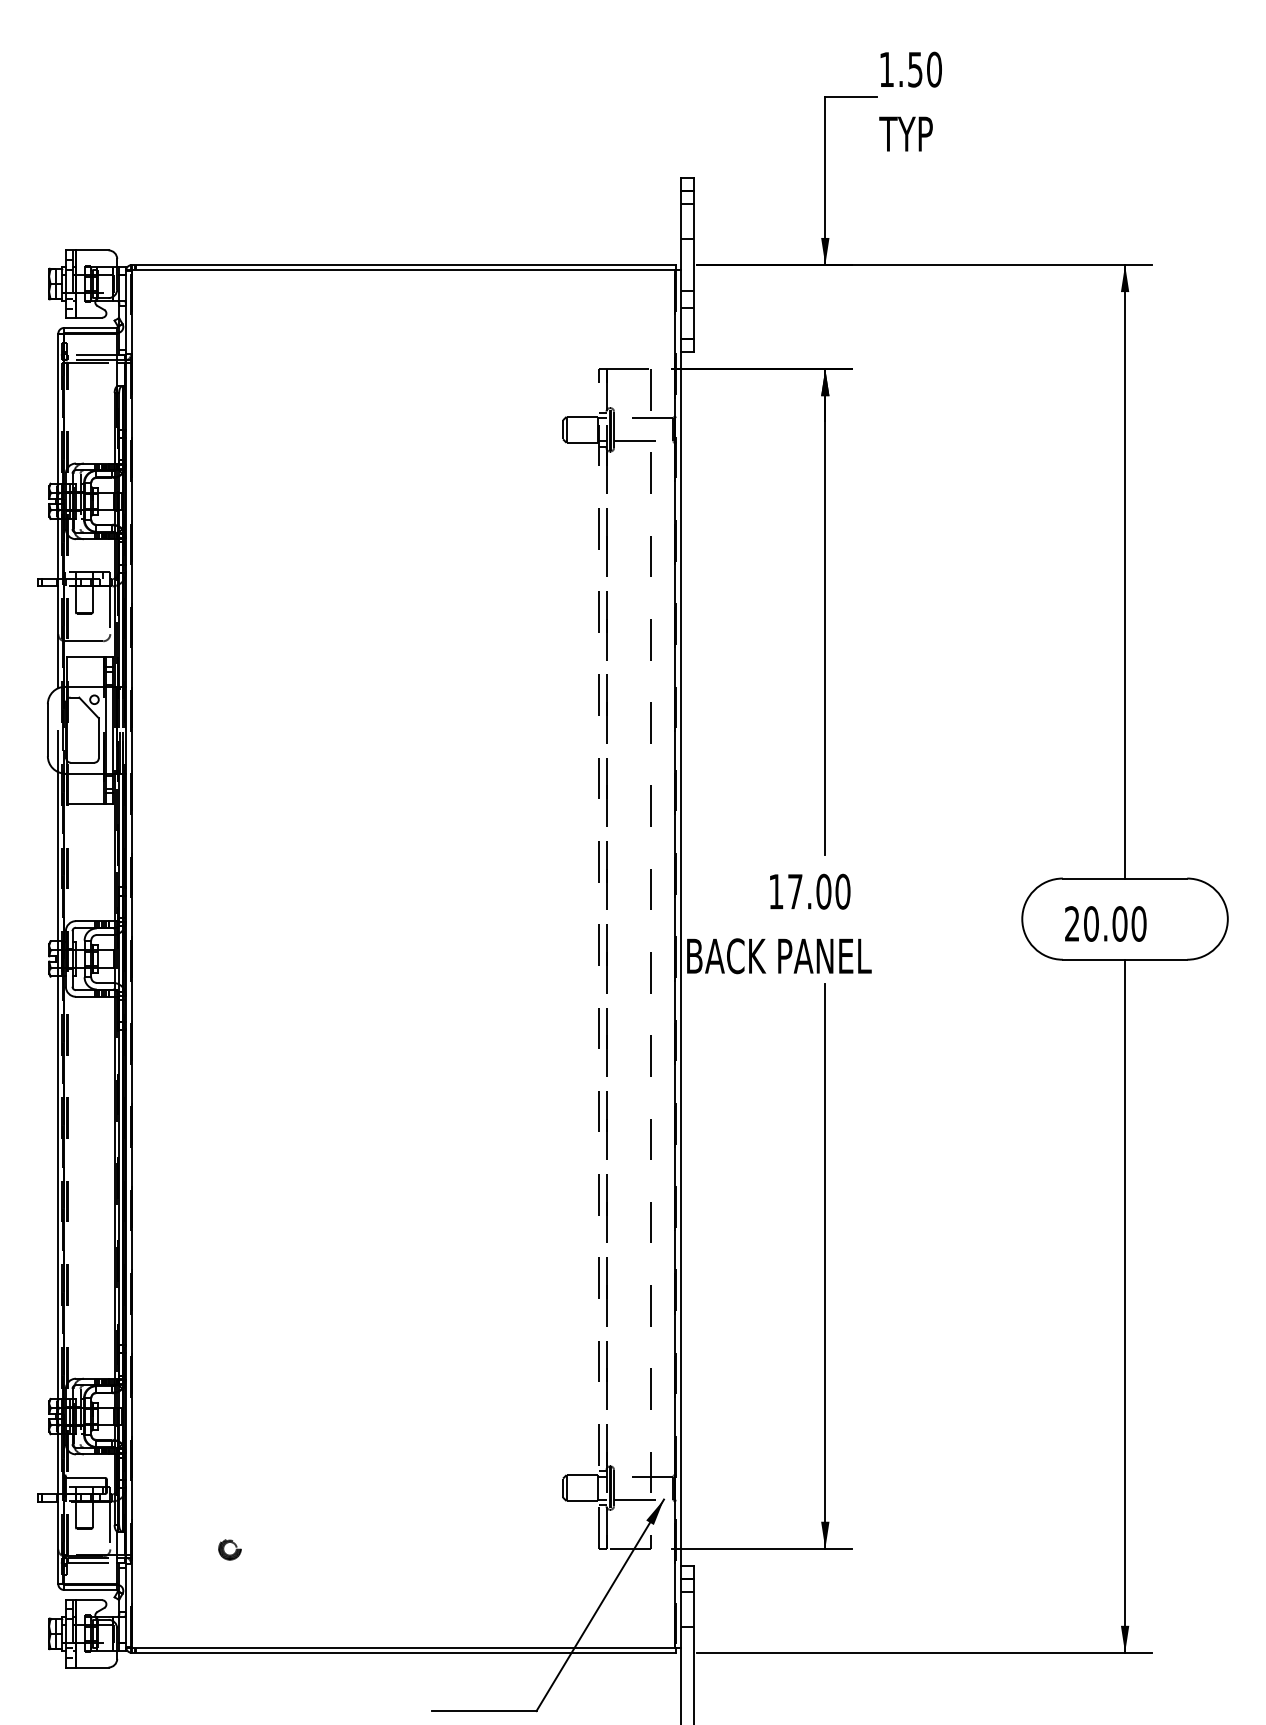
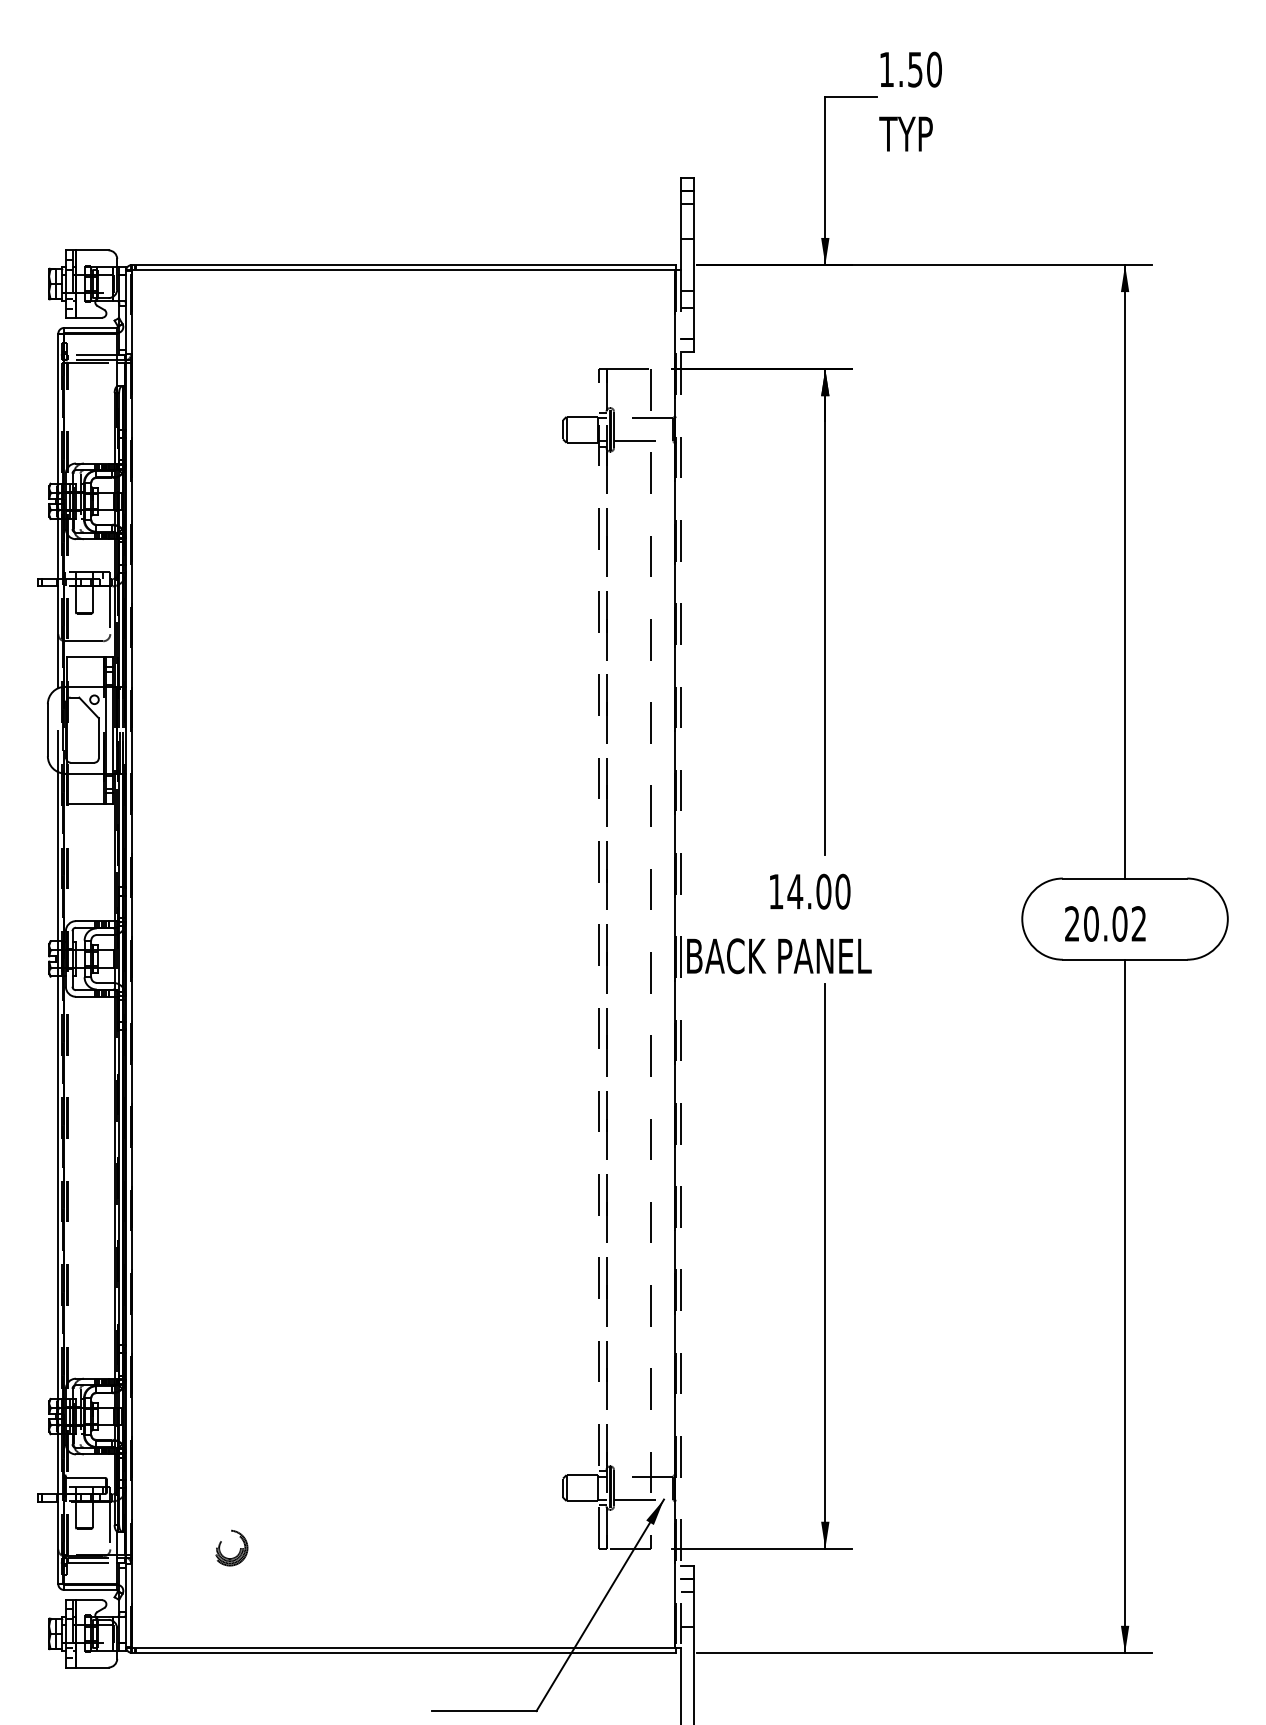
text at (795, 891): 17.00 -> 14.00
text at (1138, 923): 20.00 -> 20.02
line at (681, 958): solid -> dashed
part at (229, 1549) size: 24x22 px -> 34x38 px
